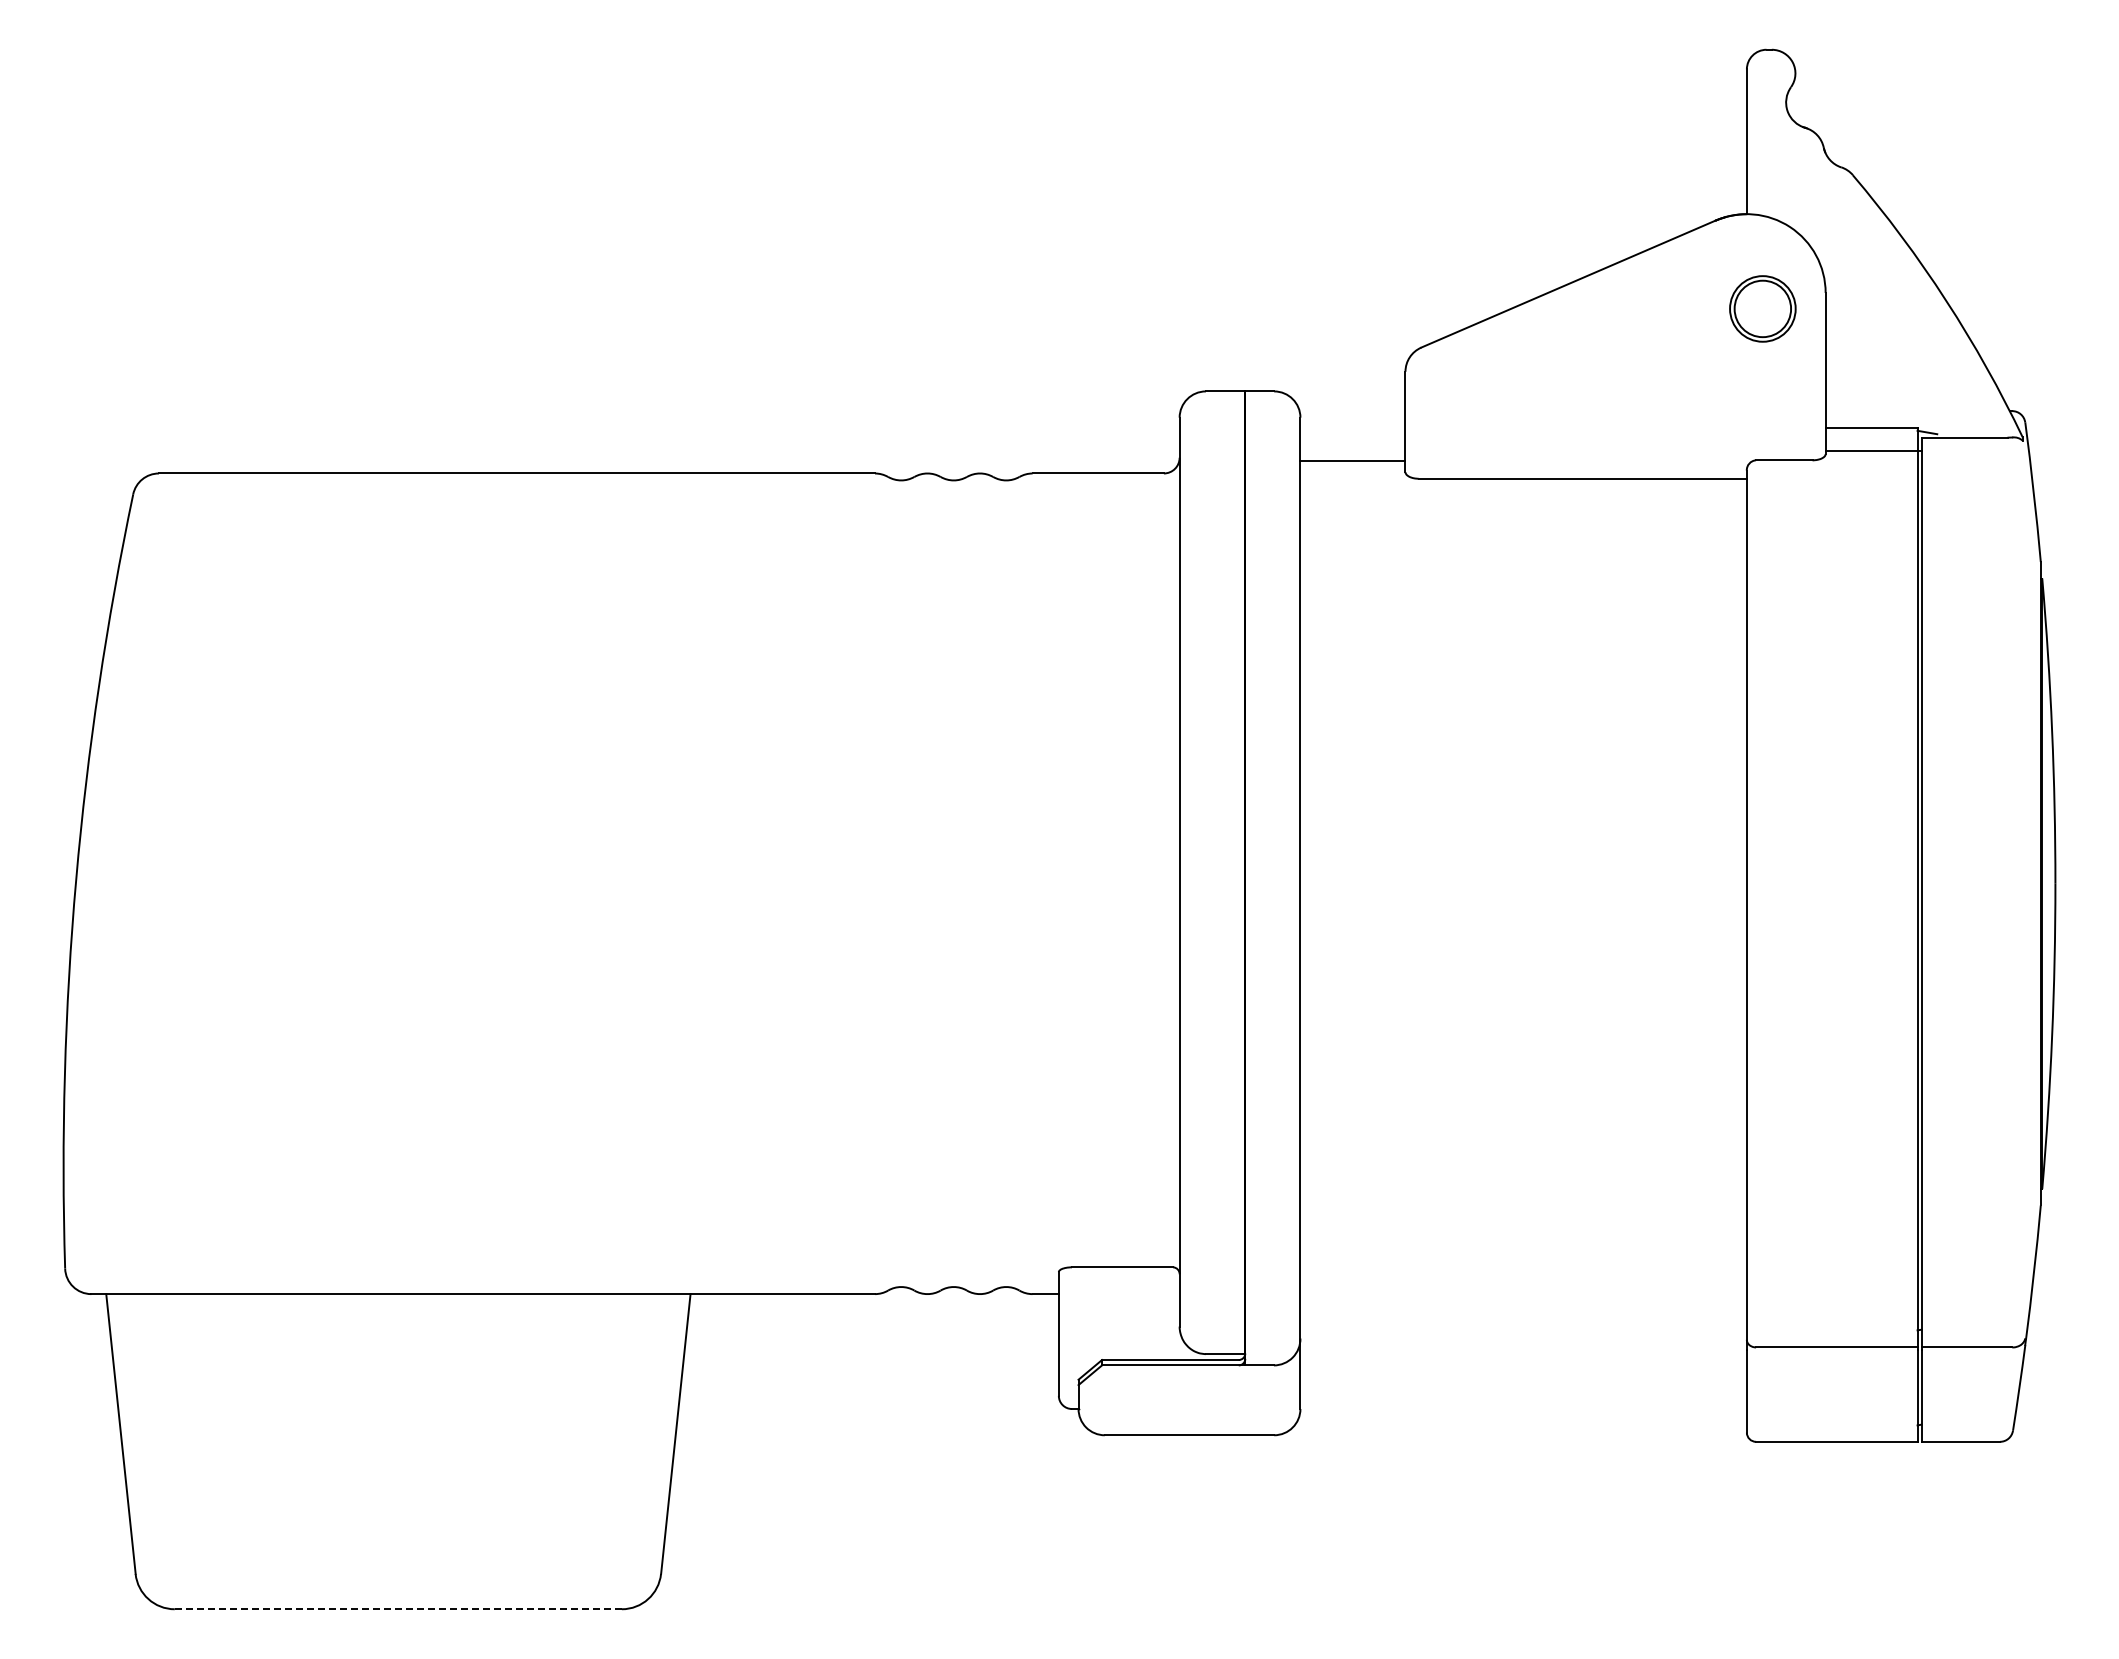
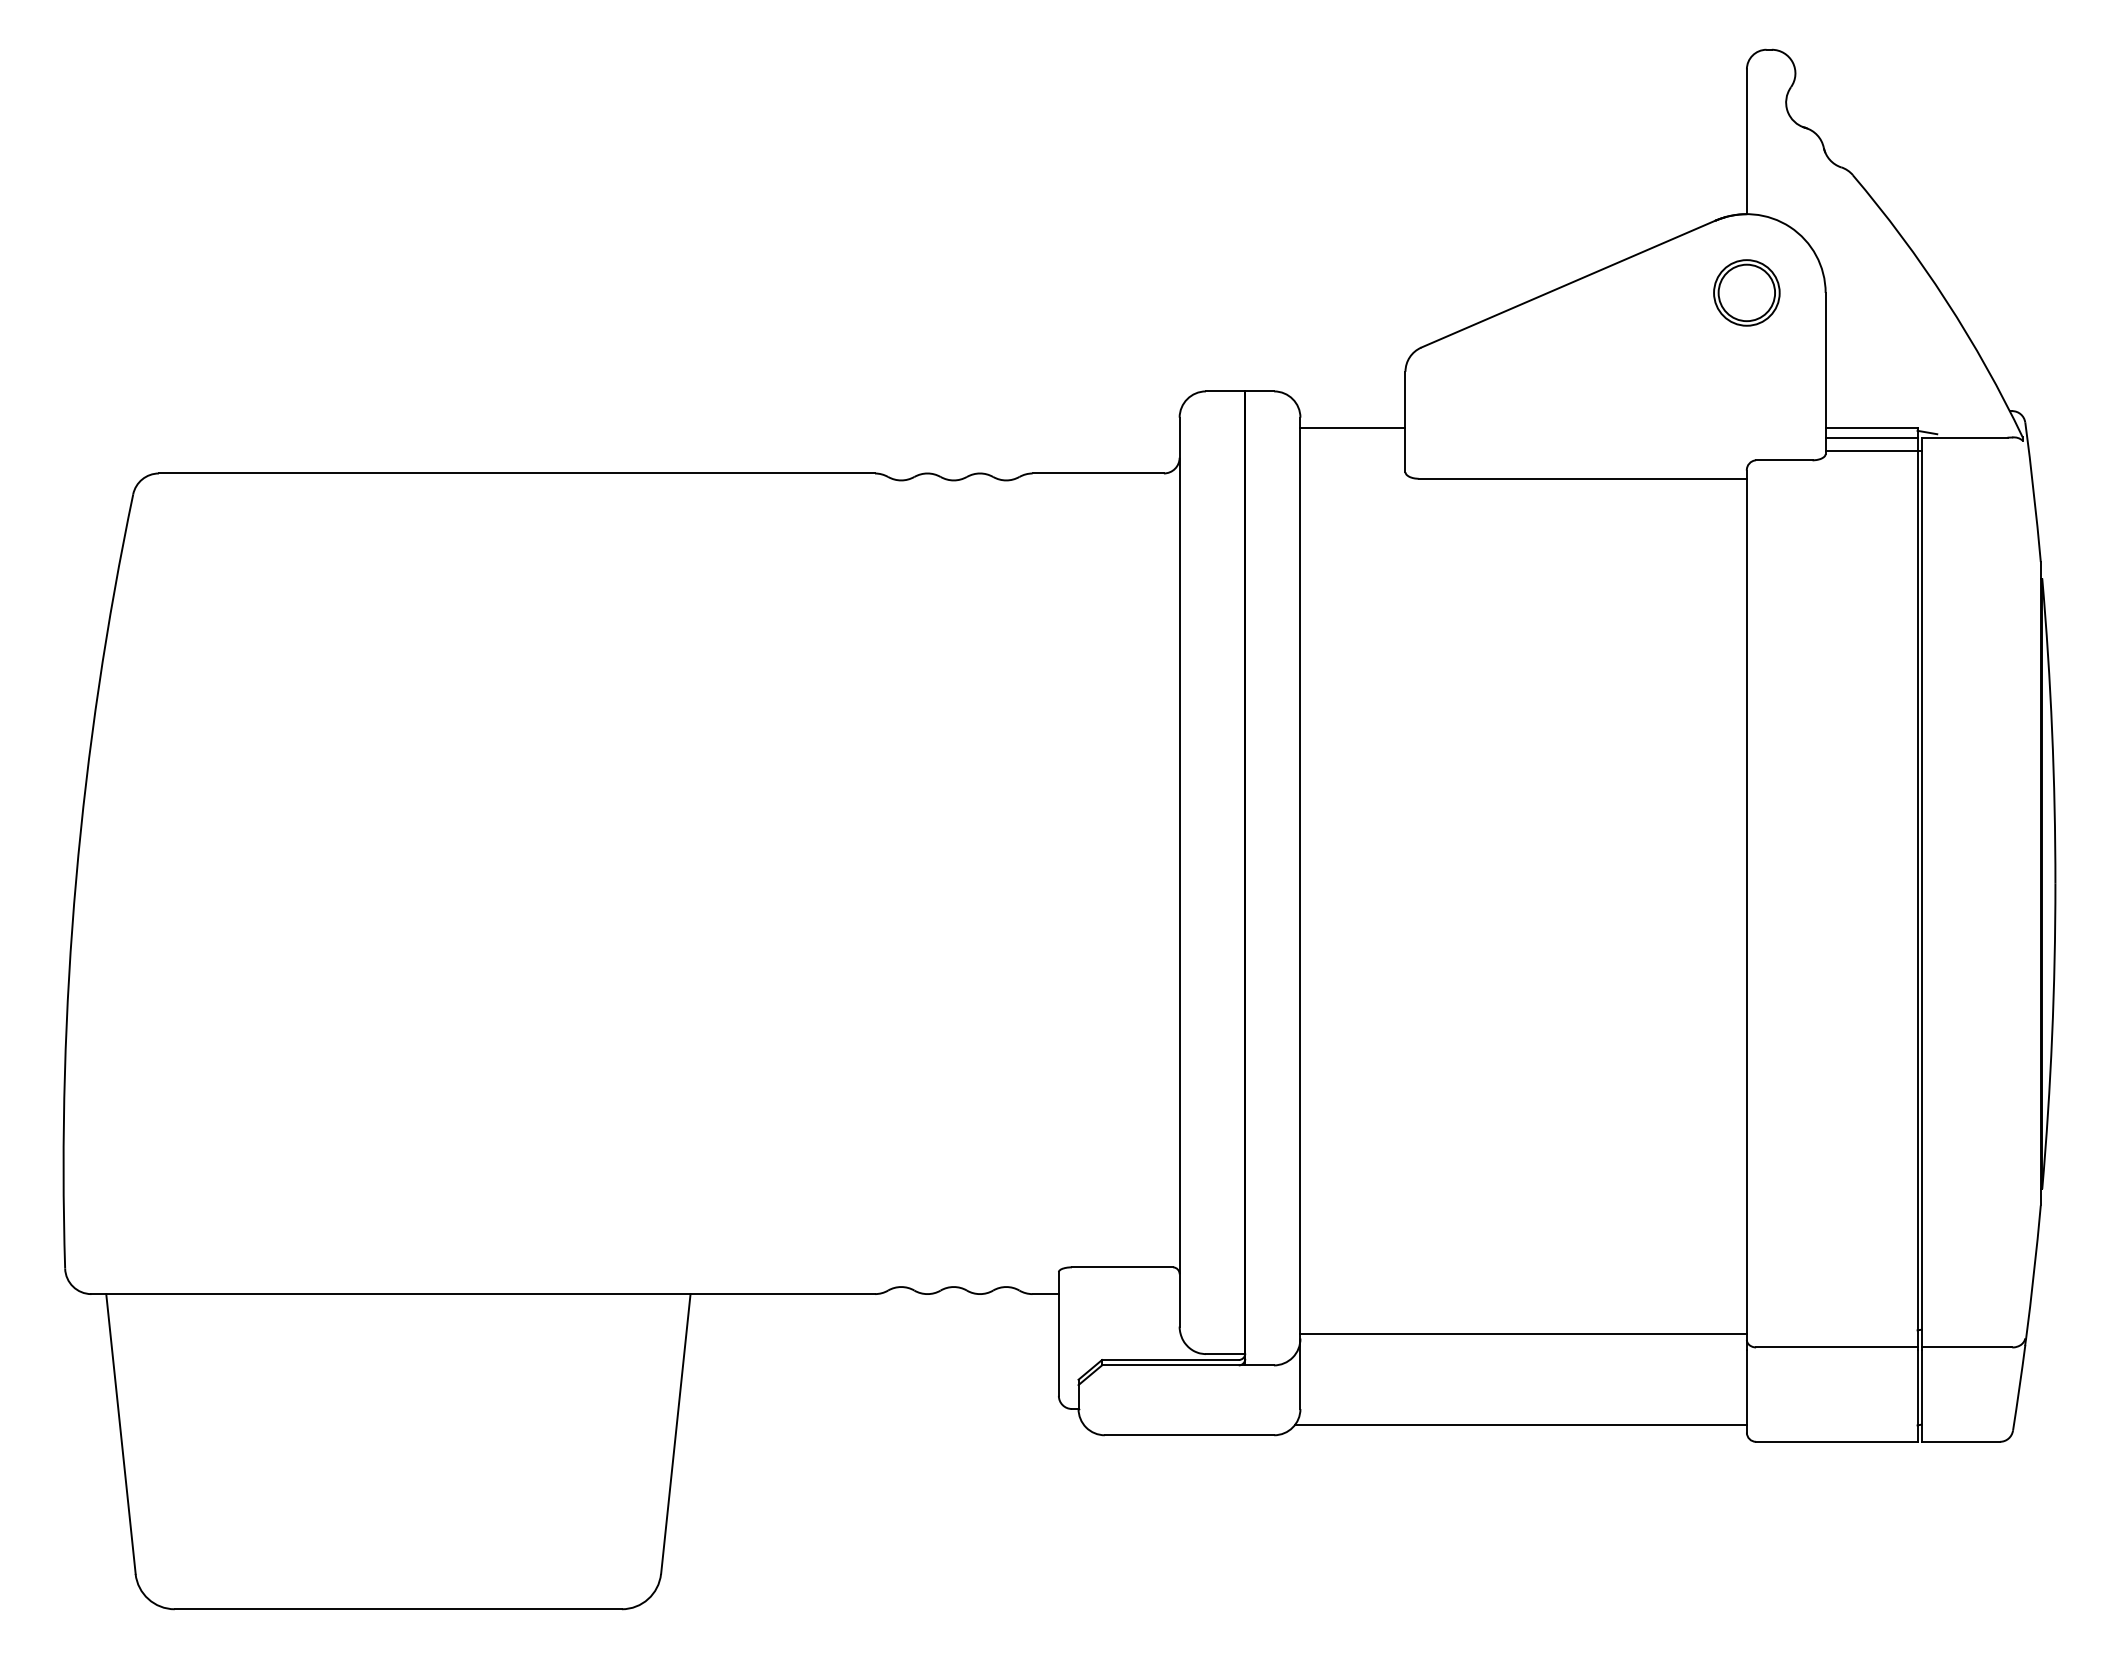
part at (1762, 308) position: (1762, 308) -> (1746, 292)
line at (1871, 438): none -> present
line at (1352, 460) position: (1352, 460) -> (1352, 427)
line at (1523, 1333): none -> present
line at (1520, 1425): none -> present
line at (398, 1609): dashed -> solid
